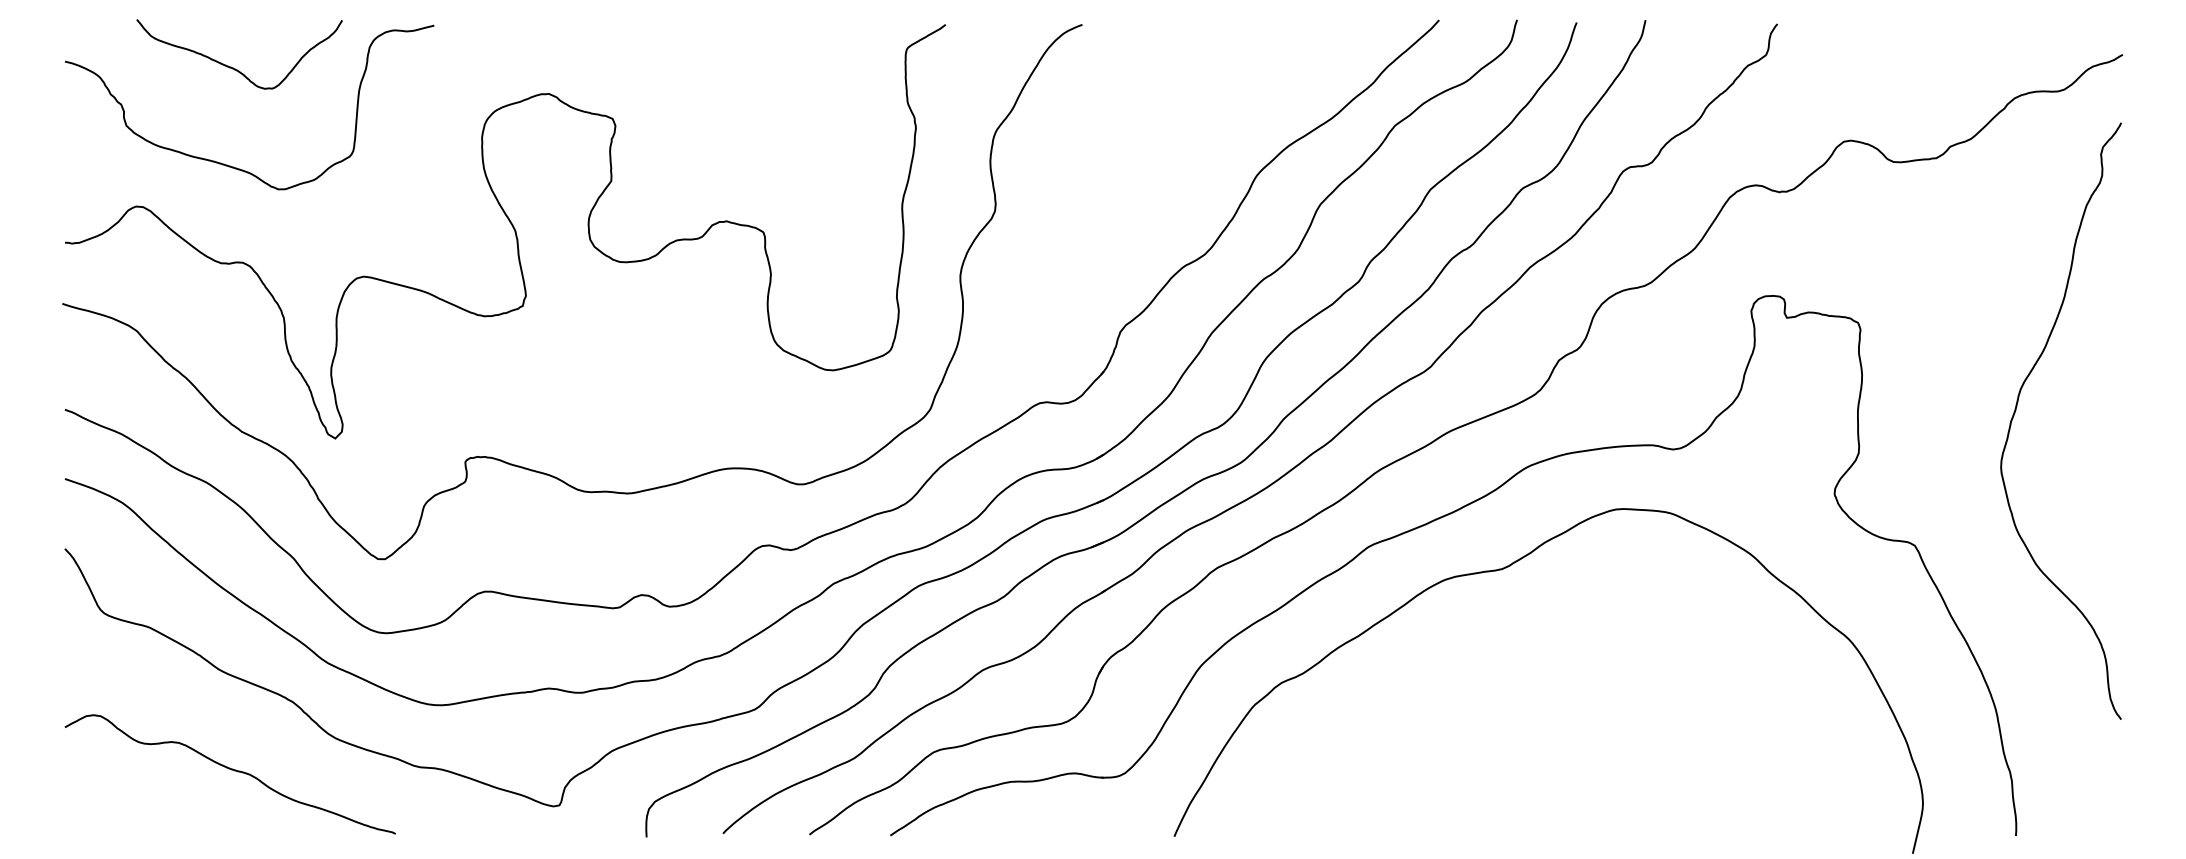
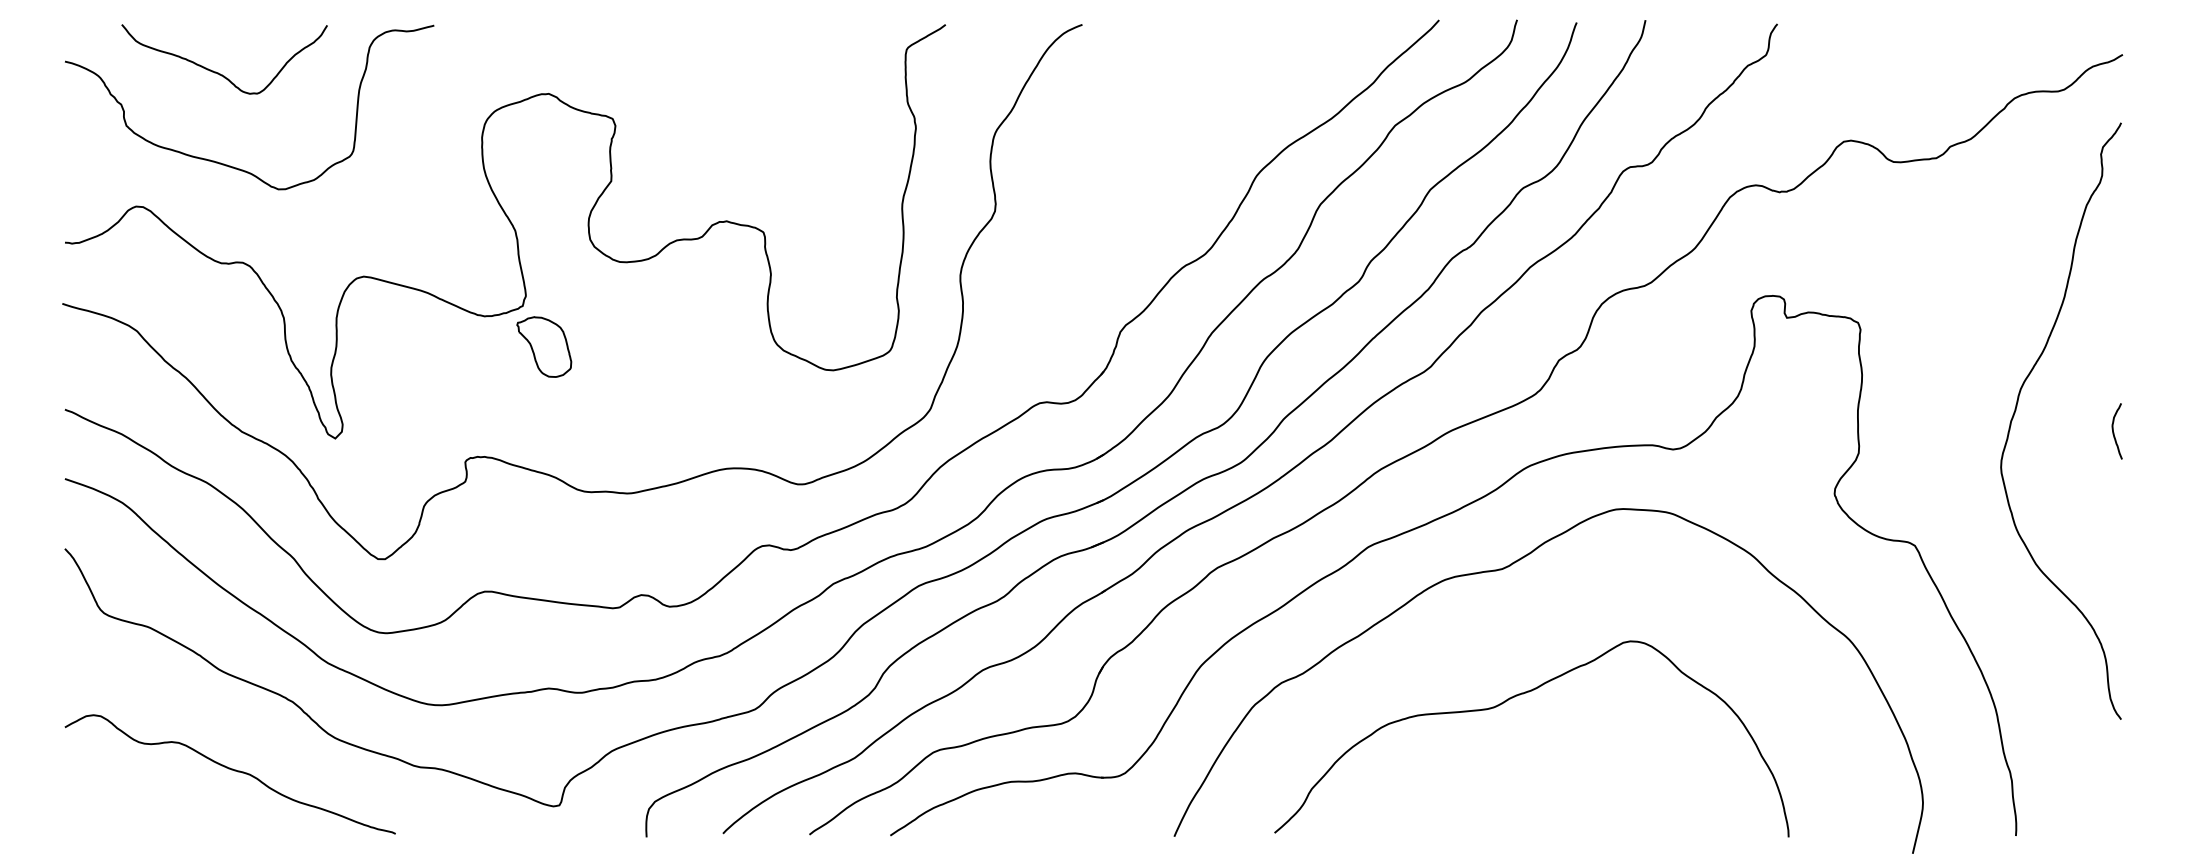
curve at (233, 67) position: (233, 67) -> (218, 72)
part at (544, 346): none -> present
curve at (2114, 432): none -> present
curve at (1507, 701): none -> present
